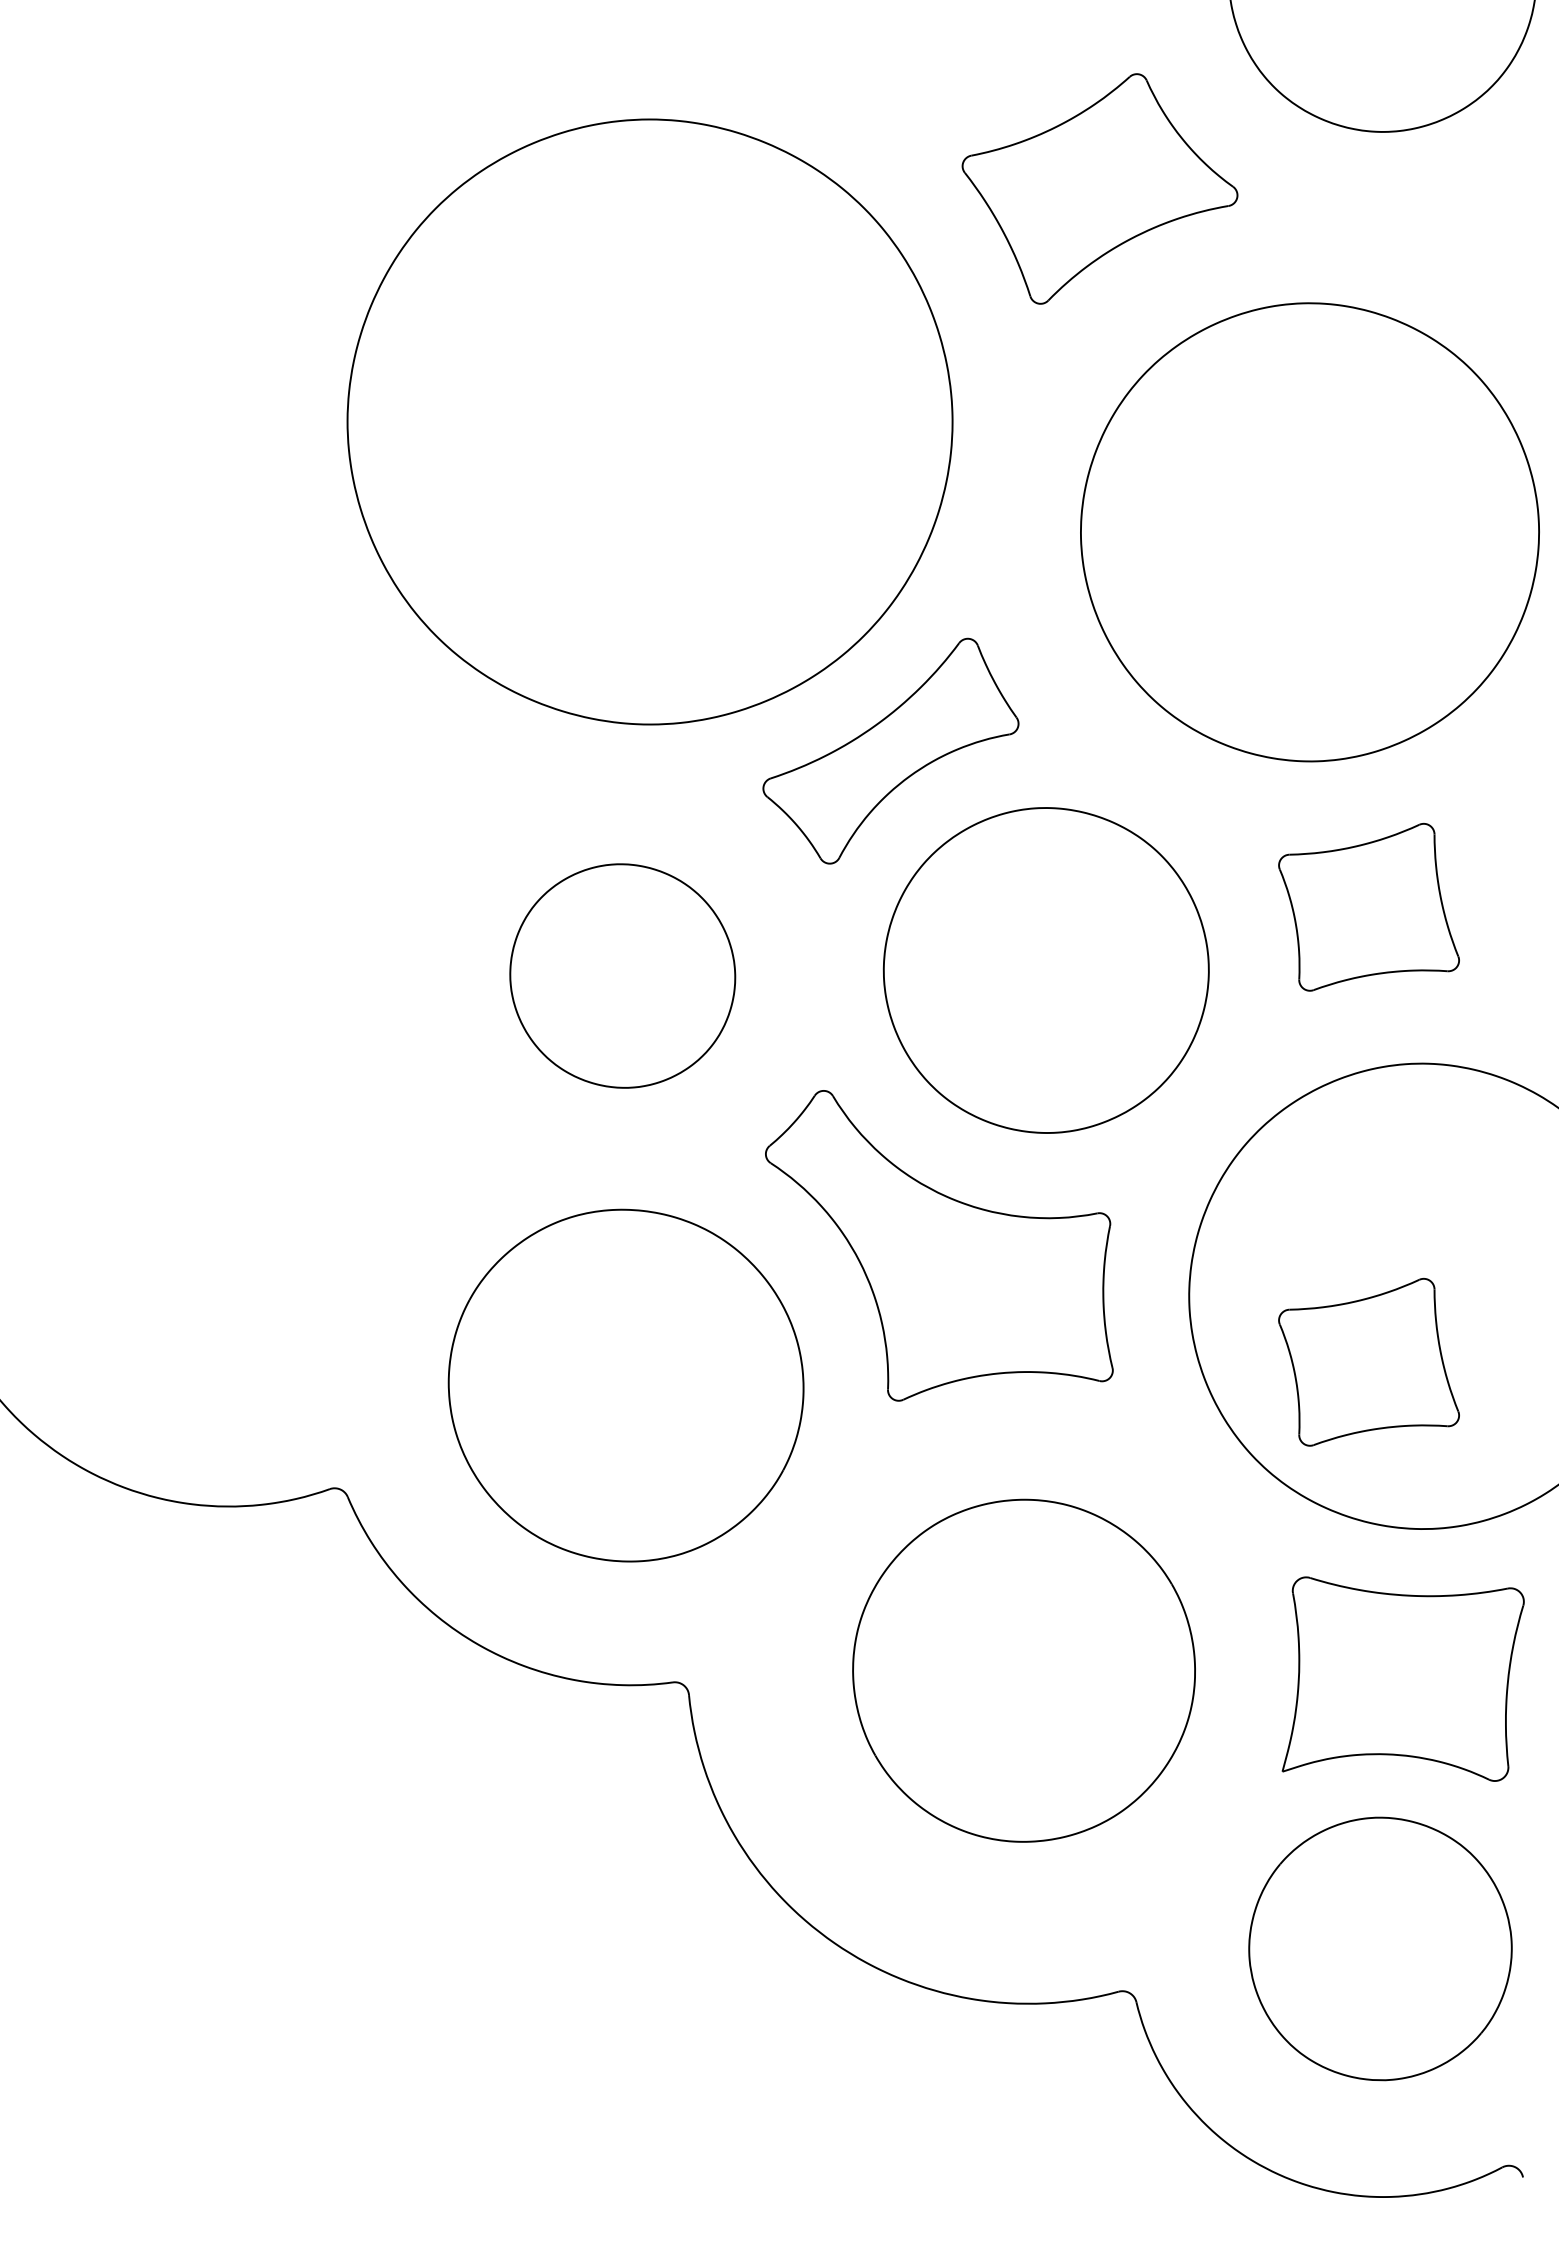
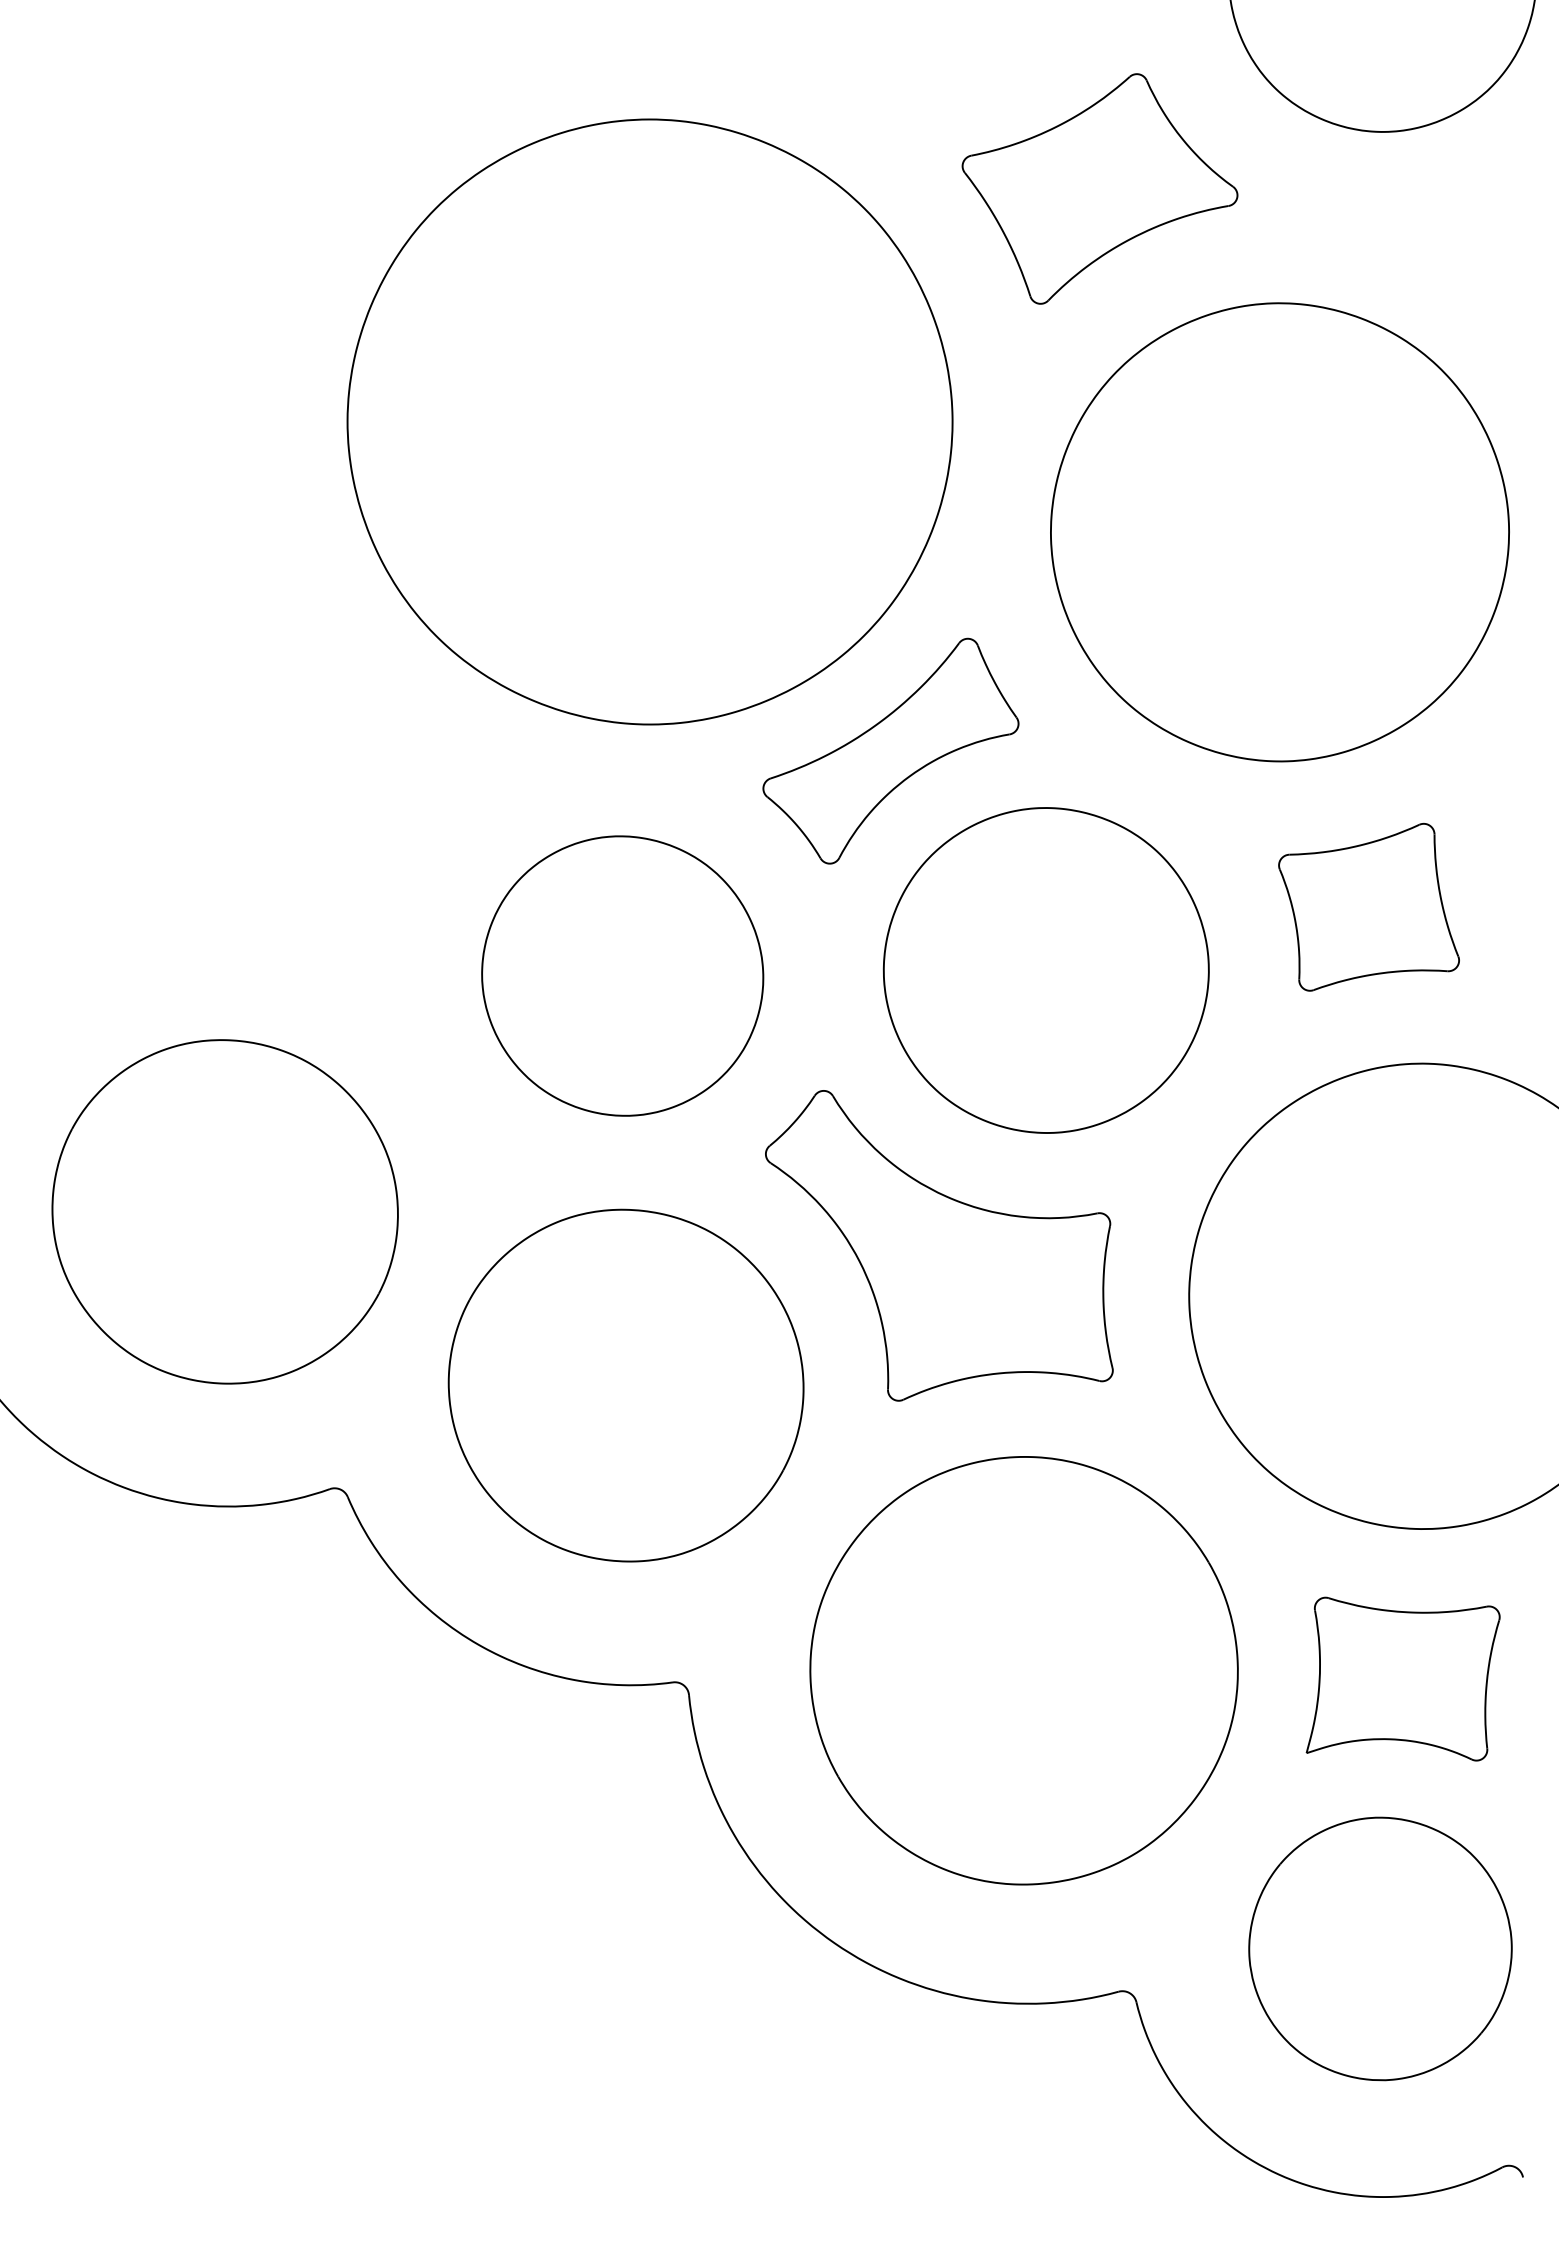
part at (1309, 532) position: (1309, 532) -> (1279, 532)
part at (622, 975) size: 228x226 px -> 284x282 px
part at (224, 1211): none -> present
part at (1368, 1361): present -> none
part at (1023, 1670) size: 344x345 px -> 430x430 px
part at (1402, 1678) size: 244x206 px -> 196x166 px
